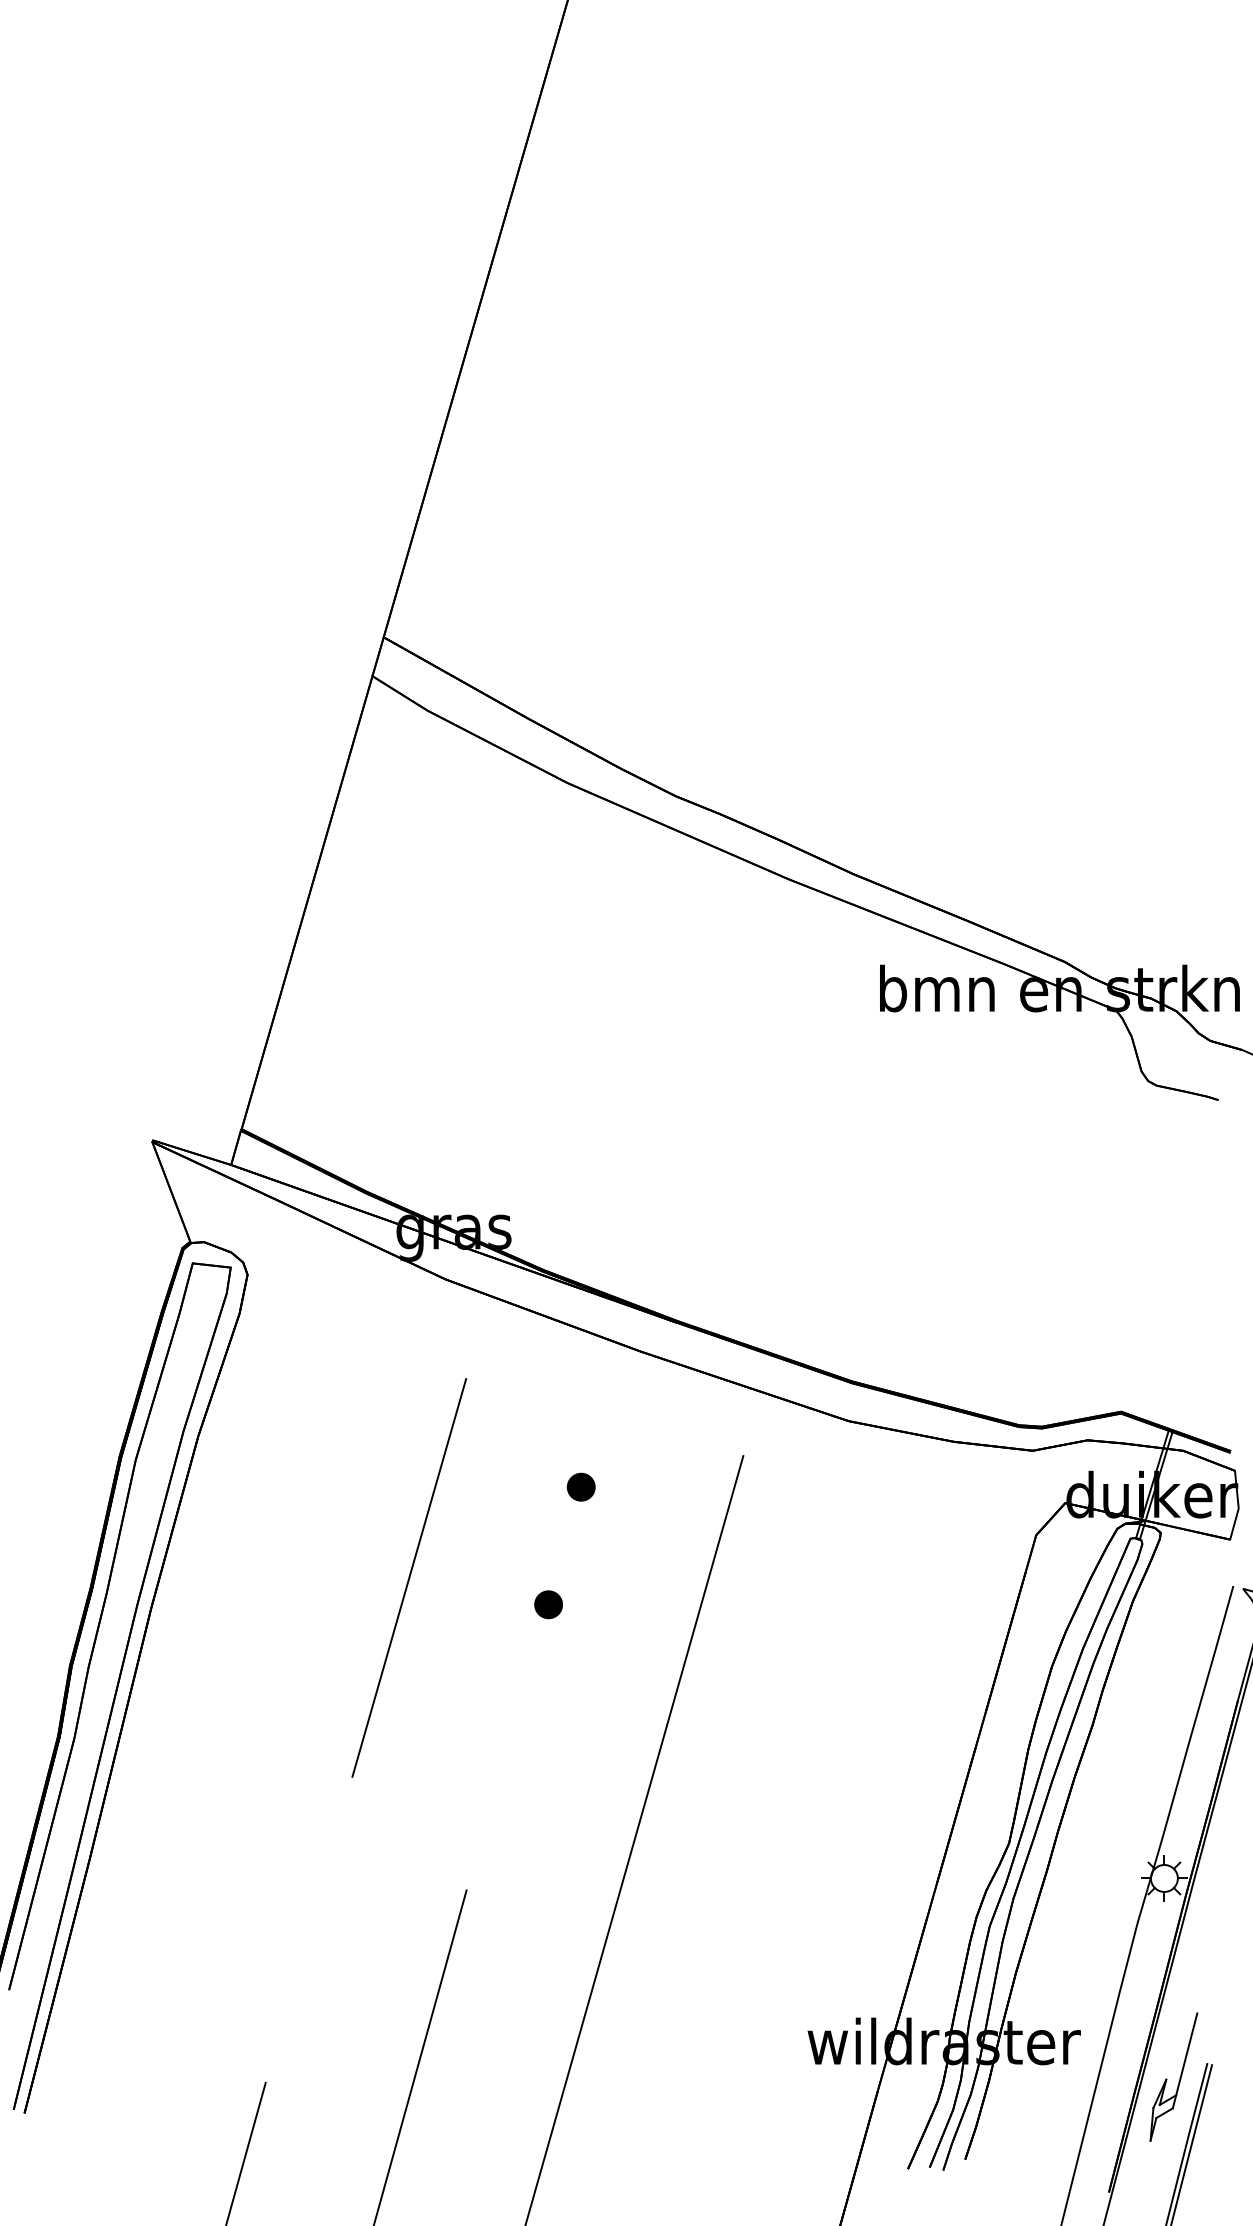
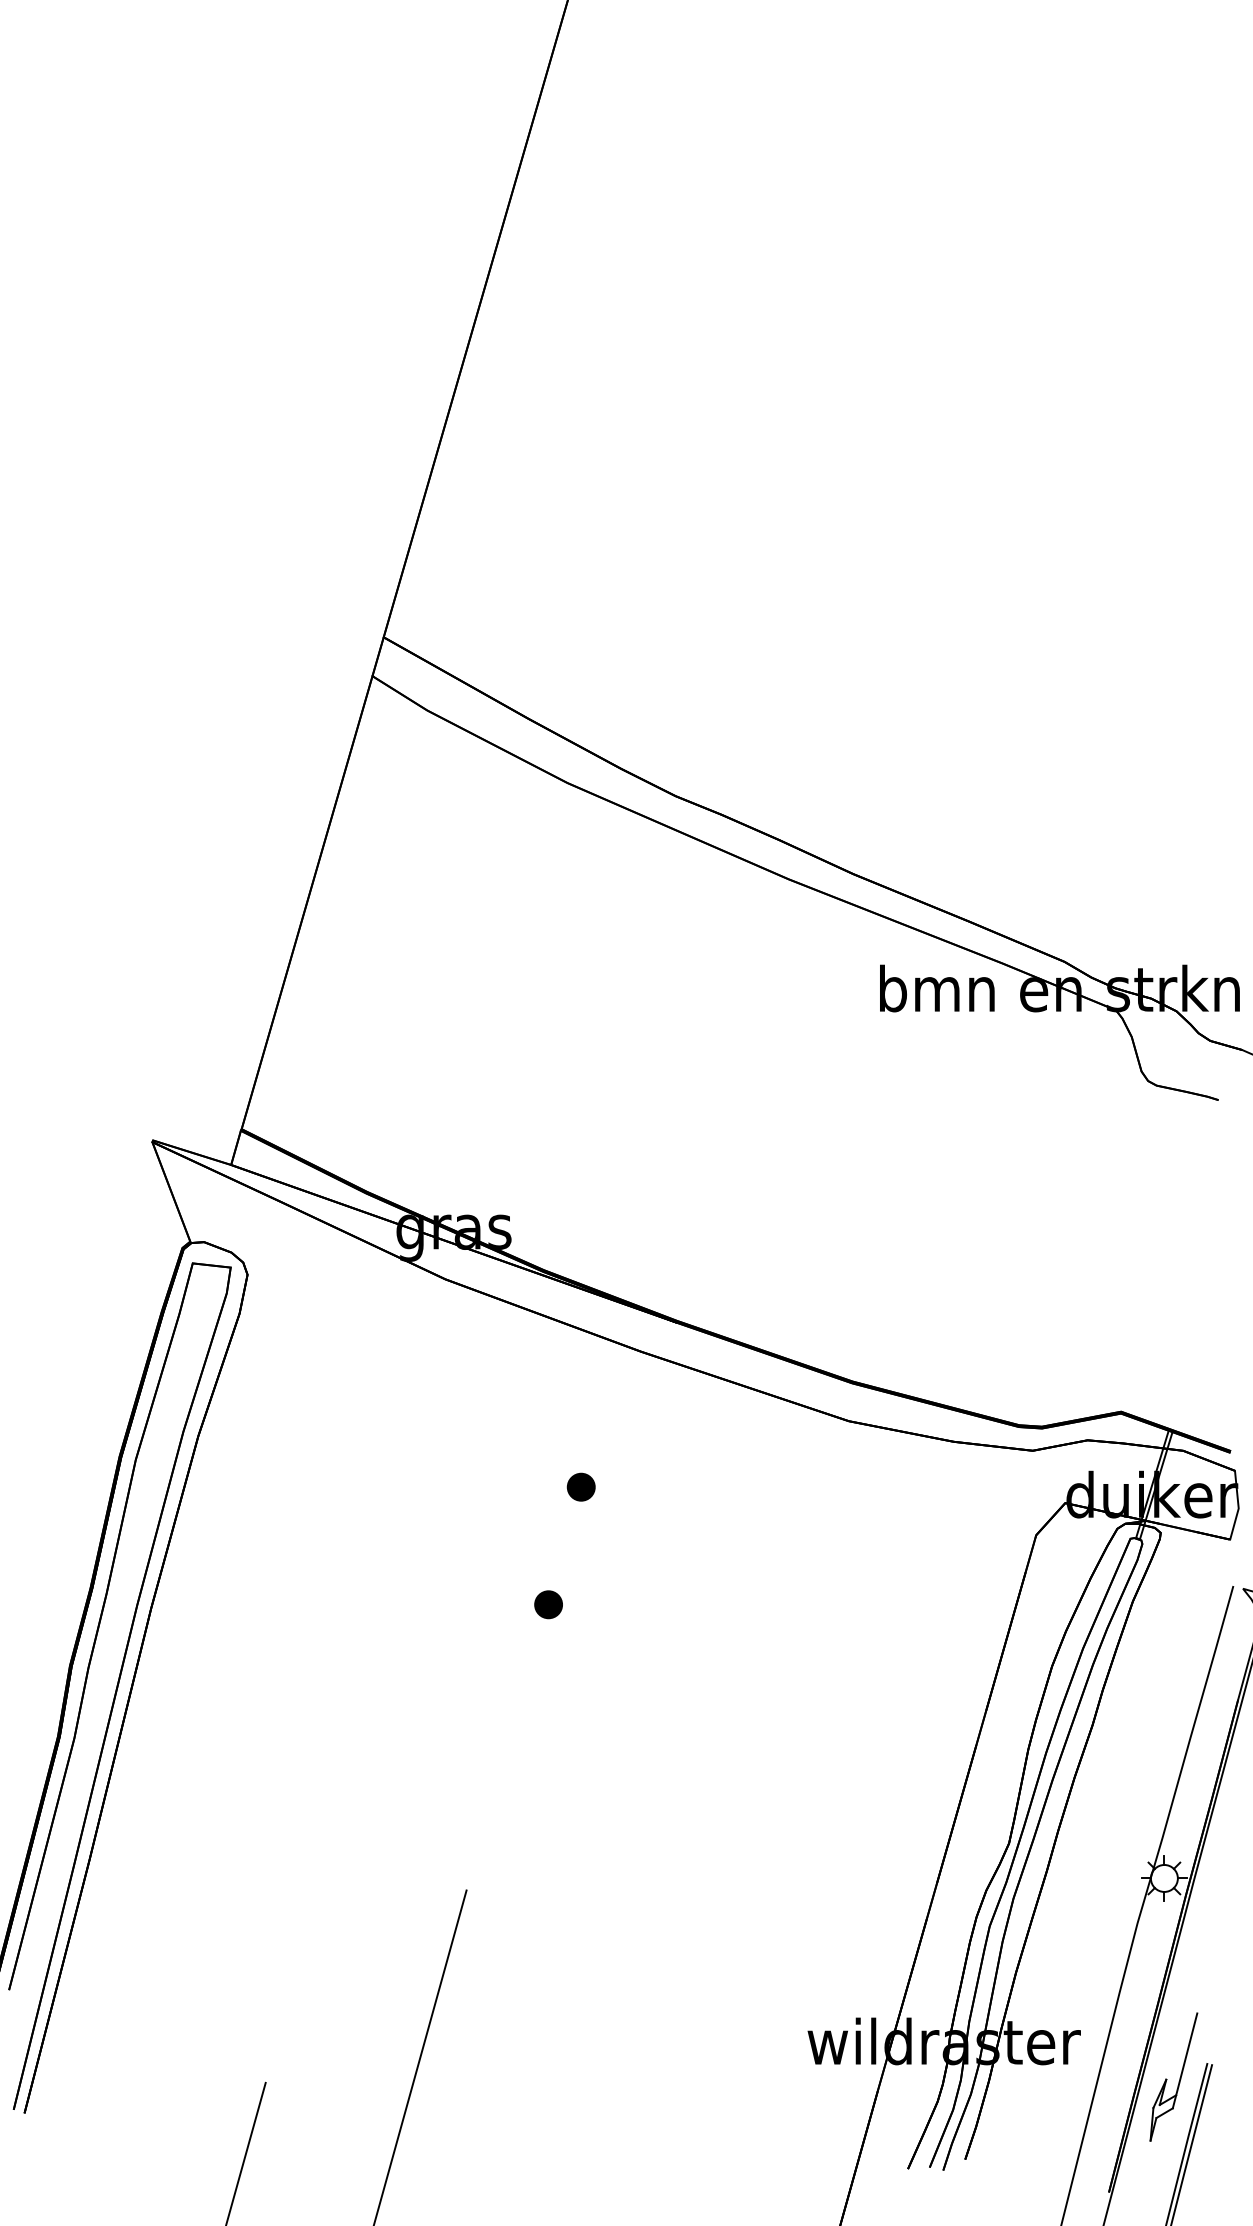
line at (409, 1577): present -> none
line at (634, 1839): present -> none
